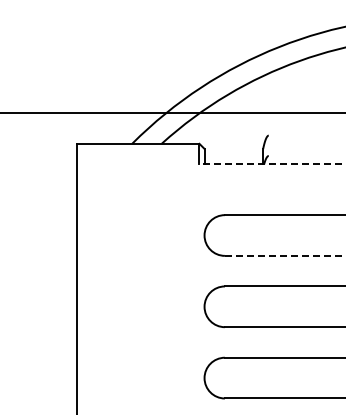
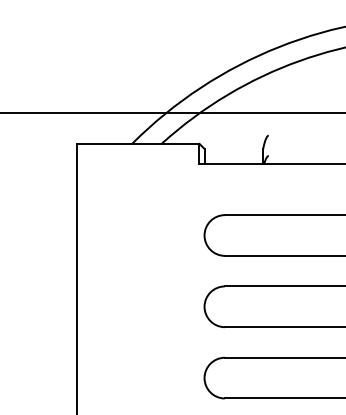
line at (272, 164): dashed -> solid
line at (285, 255): dashed -> solid
